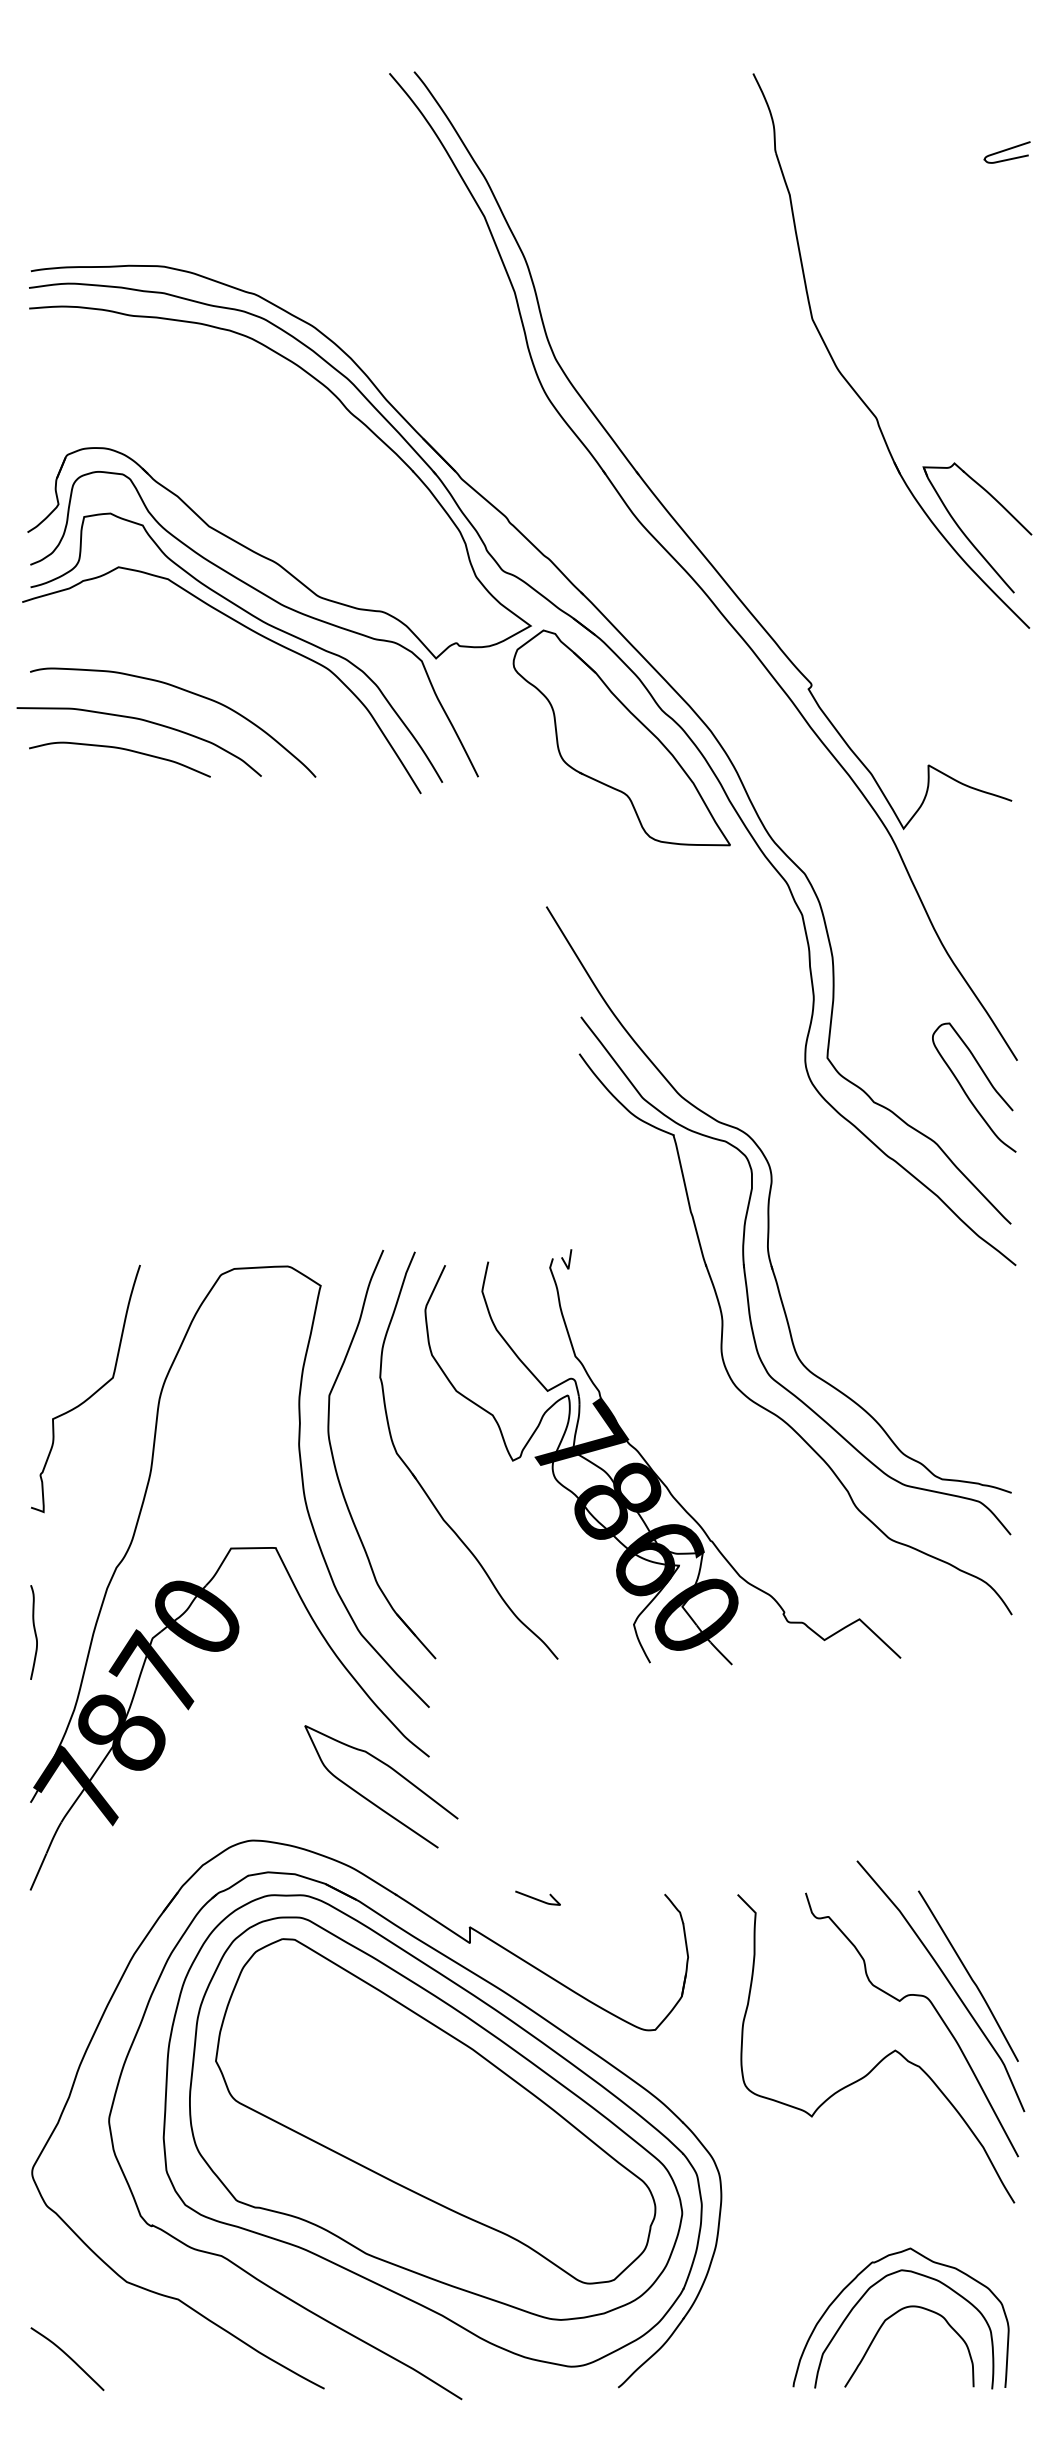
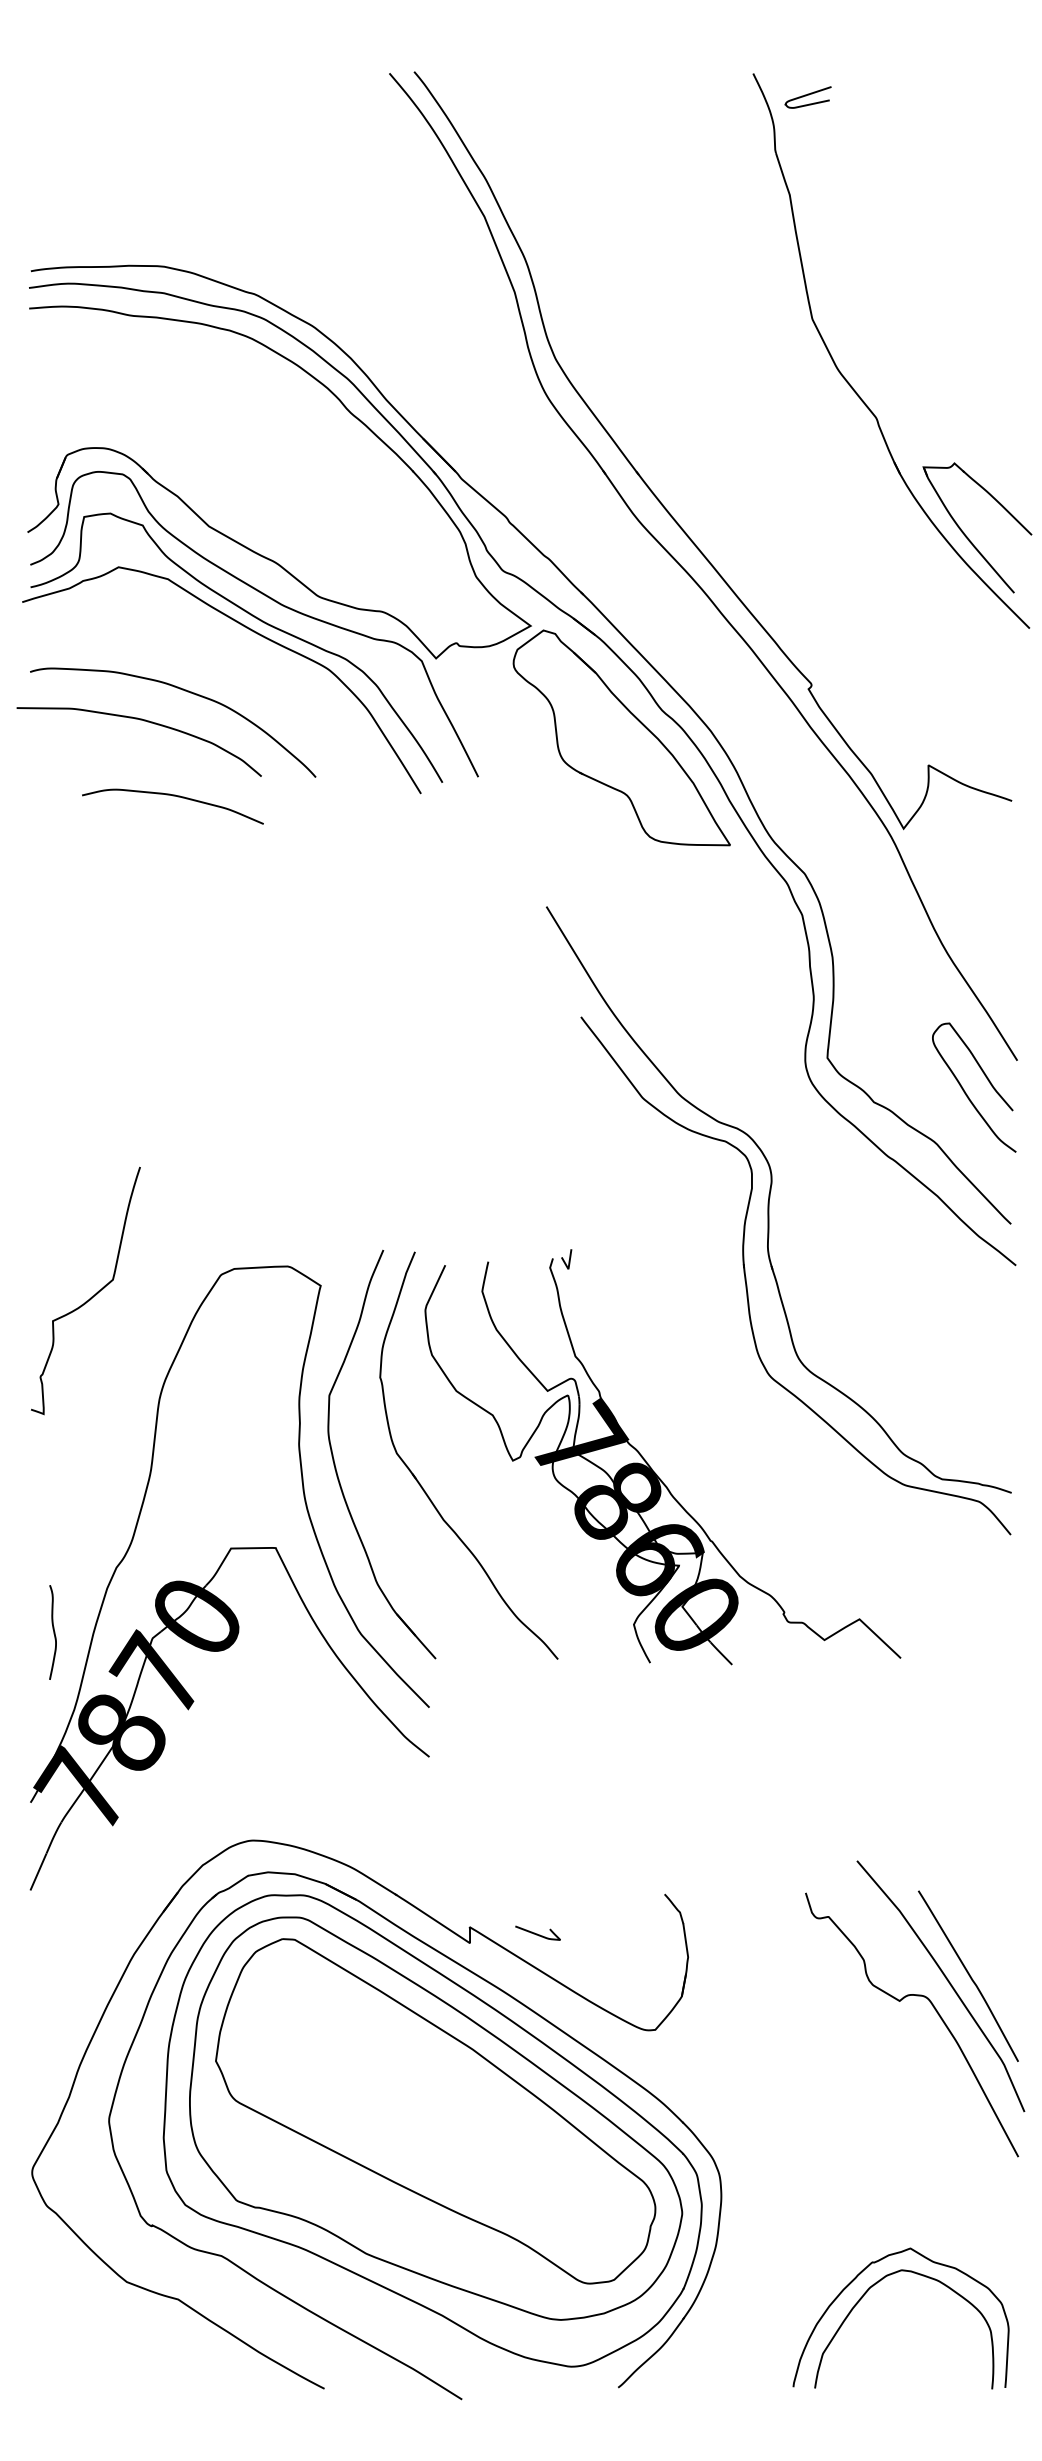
curve at (1005, 151) position: (1005, 151) -> (806, 96)
curve at (119, 749) position: (119, 749) -> (172, 796)
part at (723, 1331): present -> none
curve at (91, 1394) position: (91, 1394) -> (91, 1296)
curve at (34, 1632) position: (34, 1632) -> (53, 1632)
curve at (369, 1799): present -> none
curve at (537, 1898) position: (537, 1898) -> (537, 1933)
curve at (884, 2056): present -> none
curve at (879, 2331): present -> none
curve at (68, 2357): present -> none
